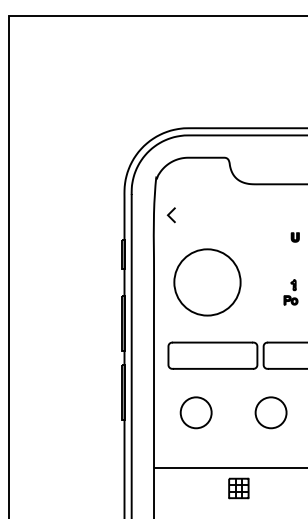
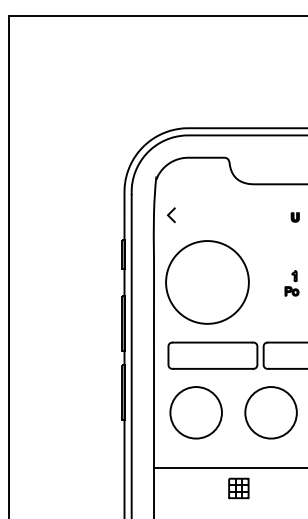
part at (294, 237) position: (294, 237) -> (294, 217)
circle at (207, 282) diameter: 66 px -> 83 px
part at (290, 292) position: (290, 292) -> (291, 283)
circle at (195, 412) diameter: 31 px -> 52 px
circle at (270, 412) diameter: 31 px -> 52 px
